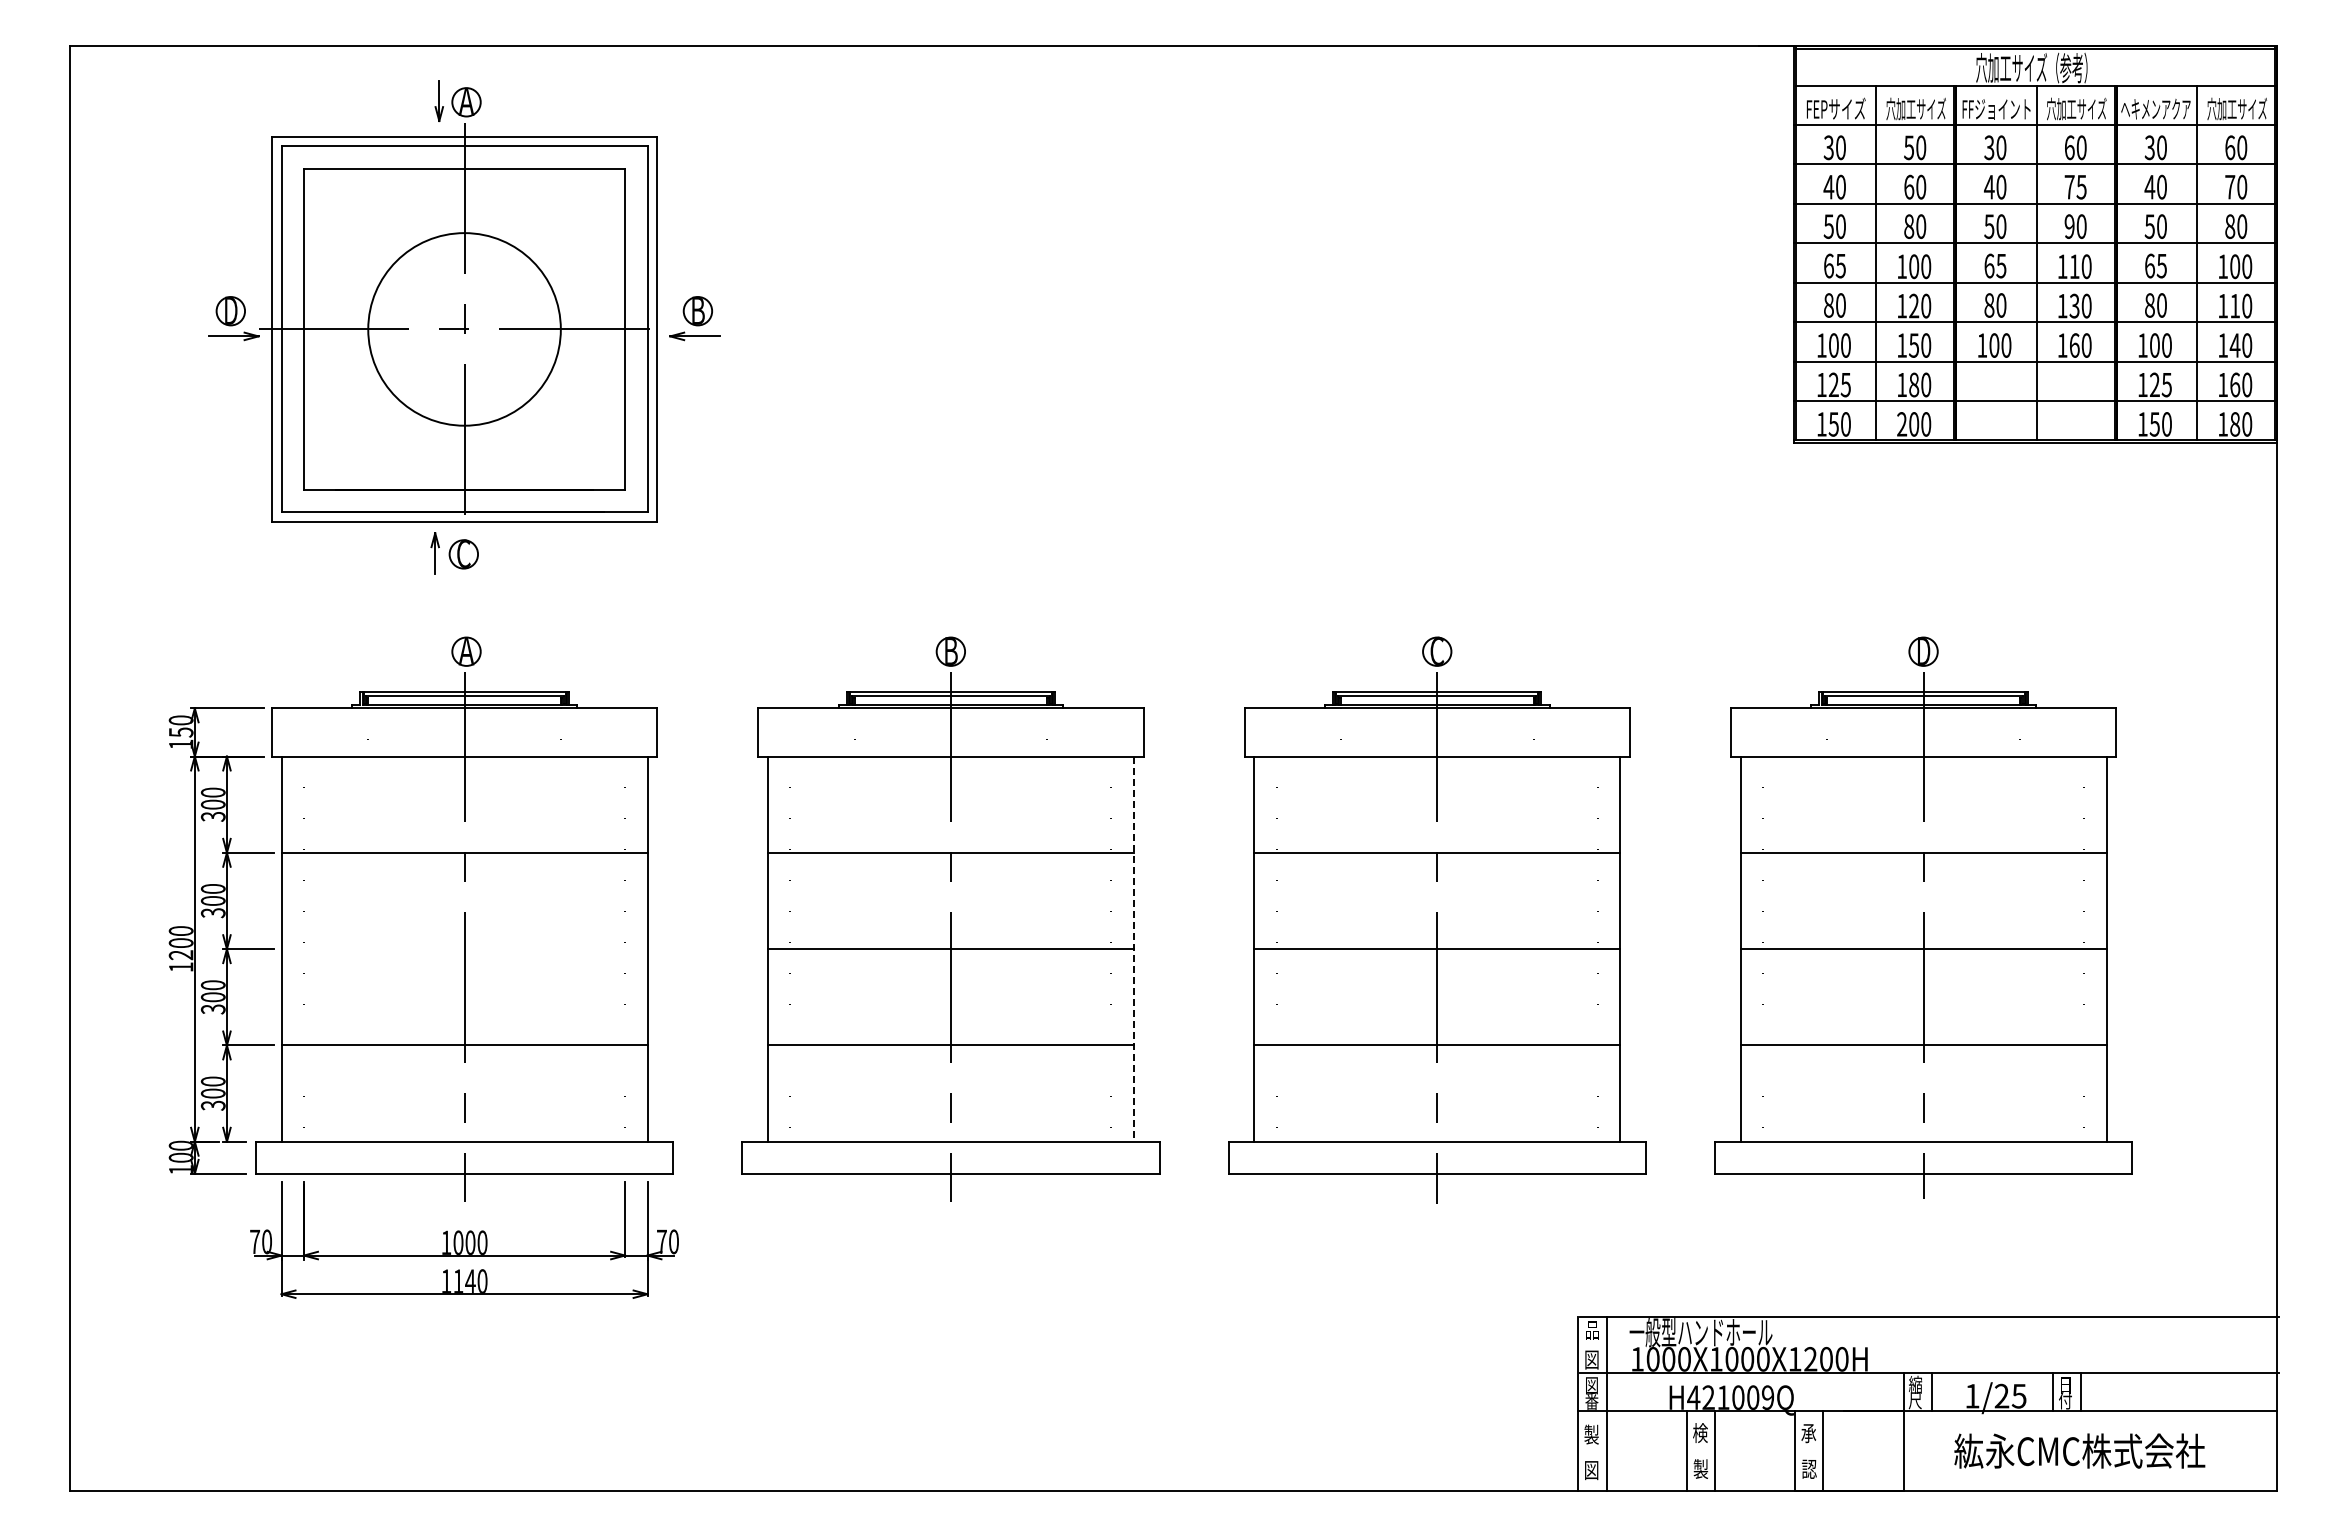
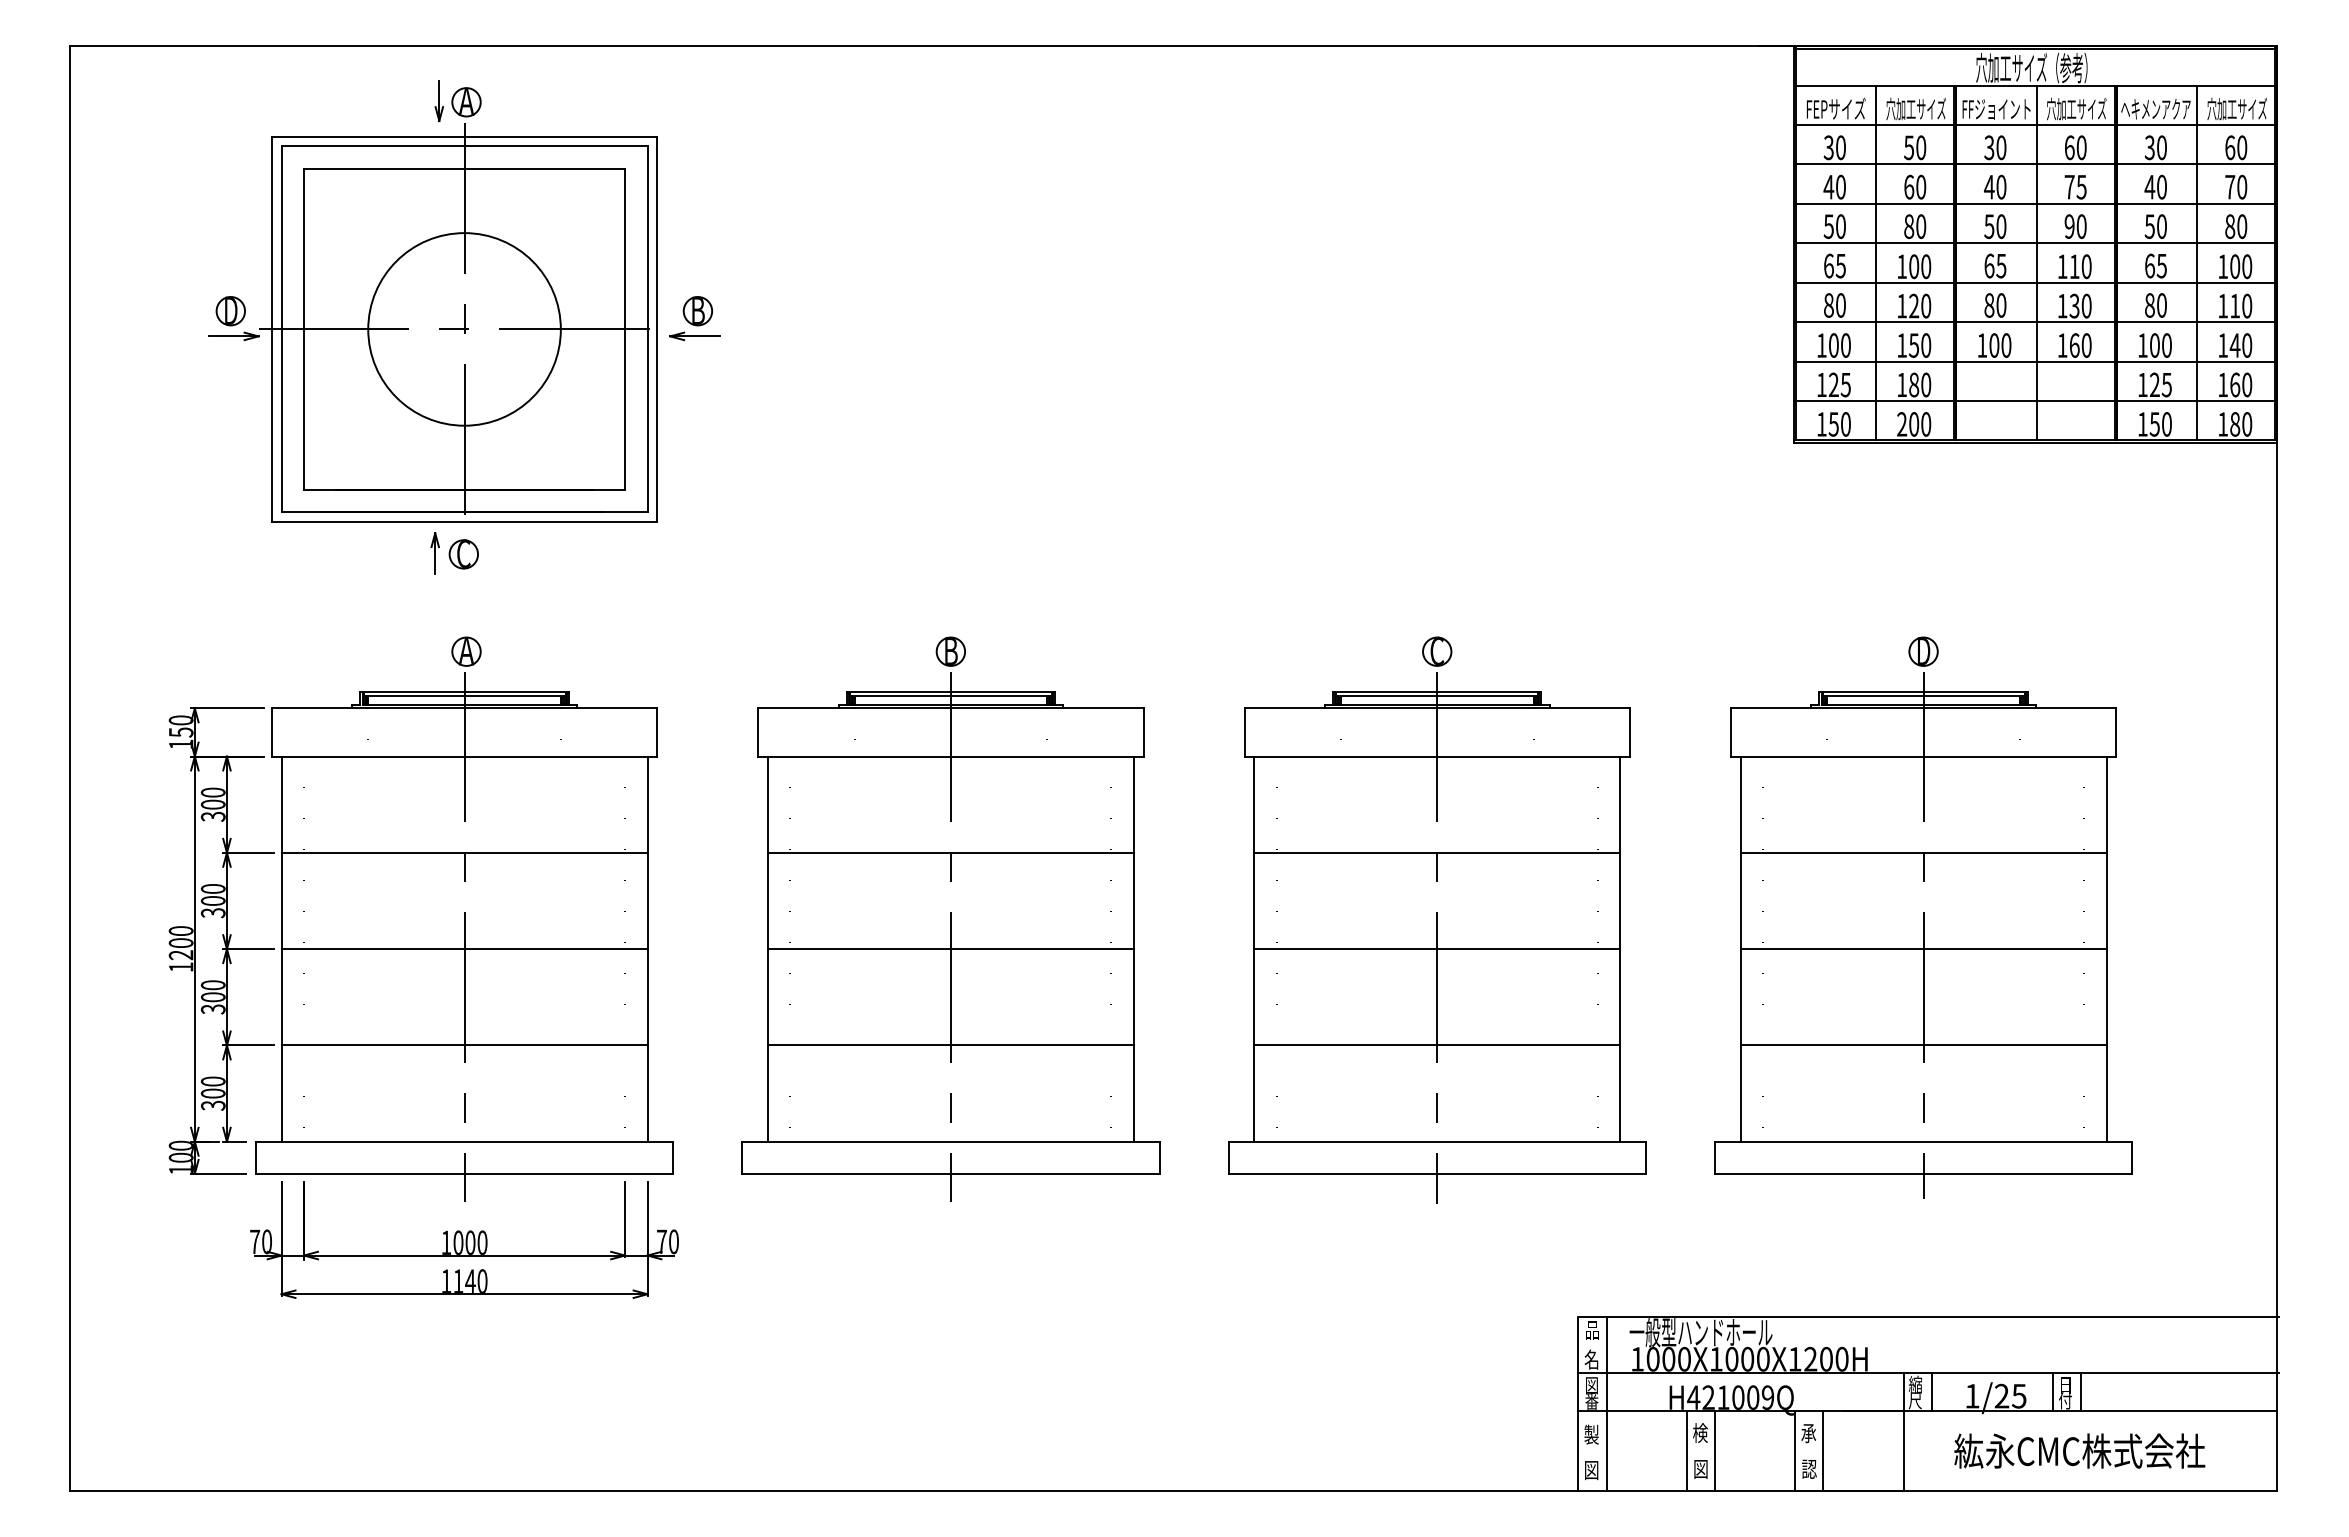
line at (464, 949): none -> present
line at (1133, 949): dashed -> solid
text at (1591, 1359): 図 -> 名
text at (1700, 1468): 製 -> 図
